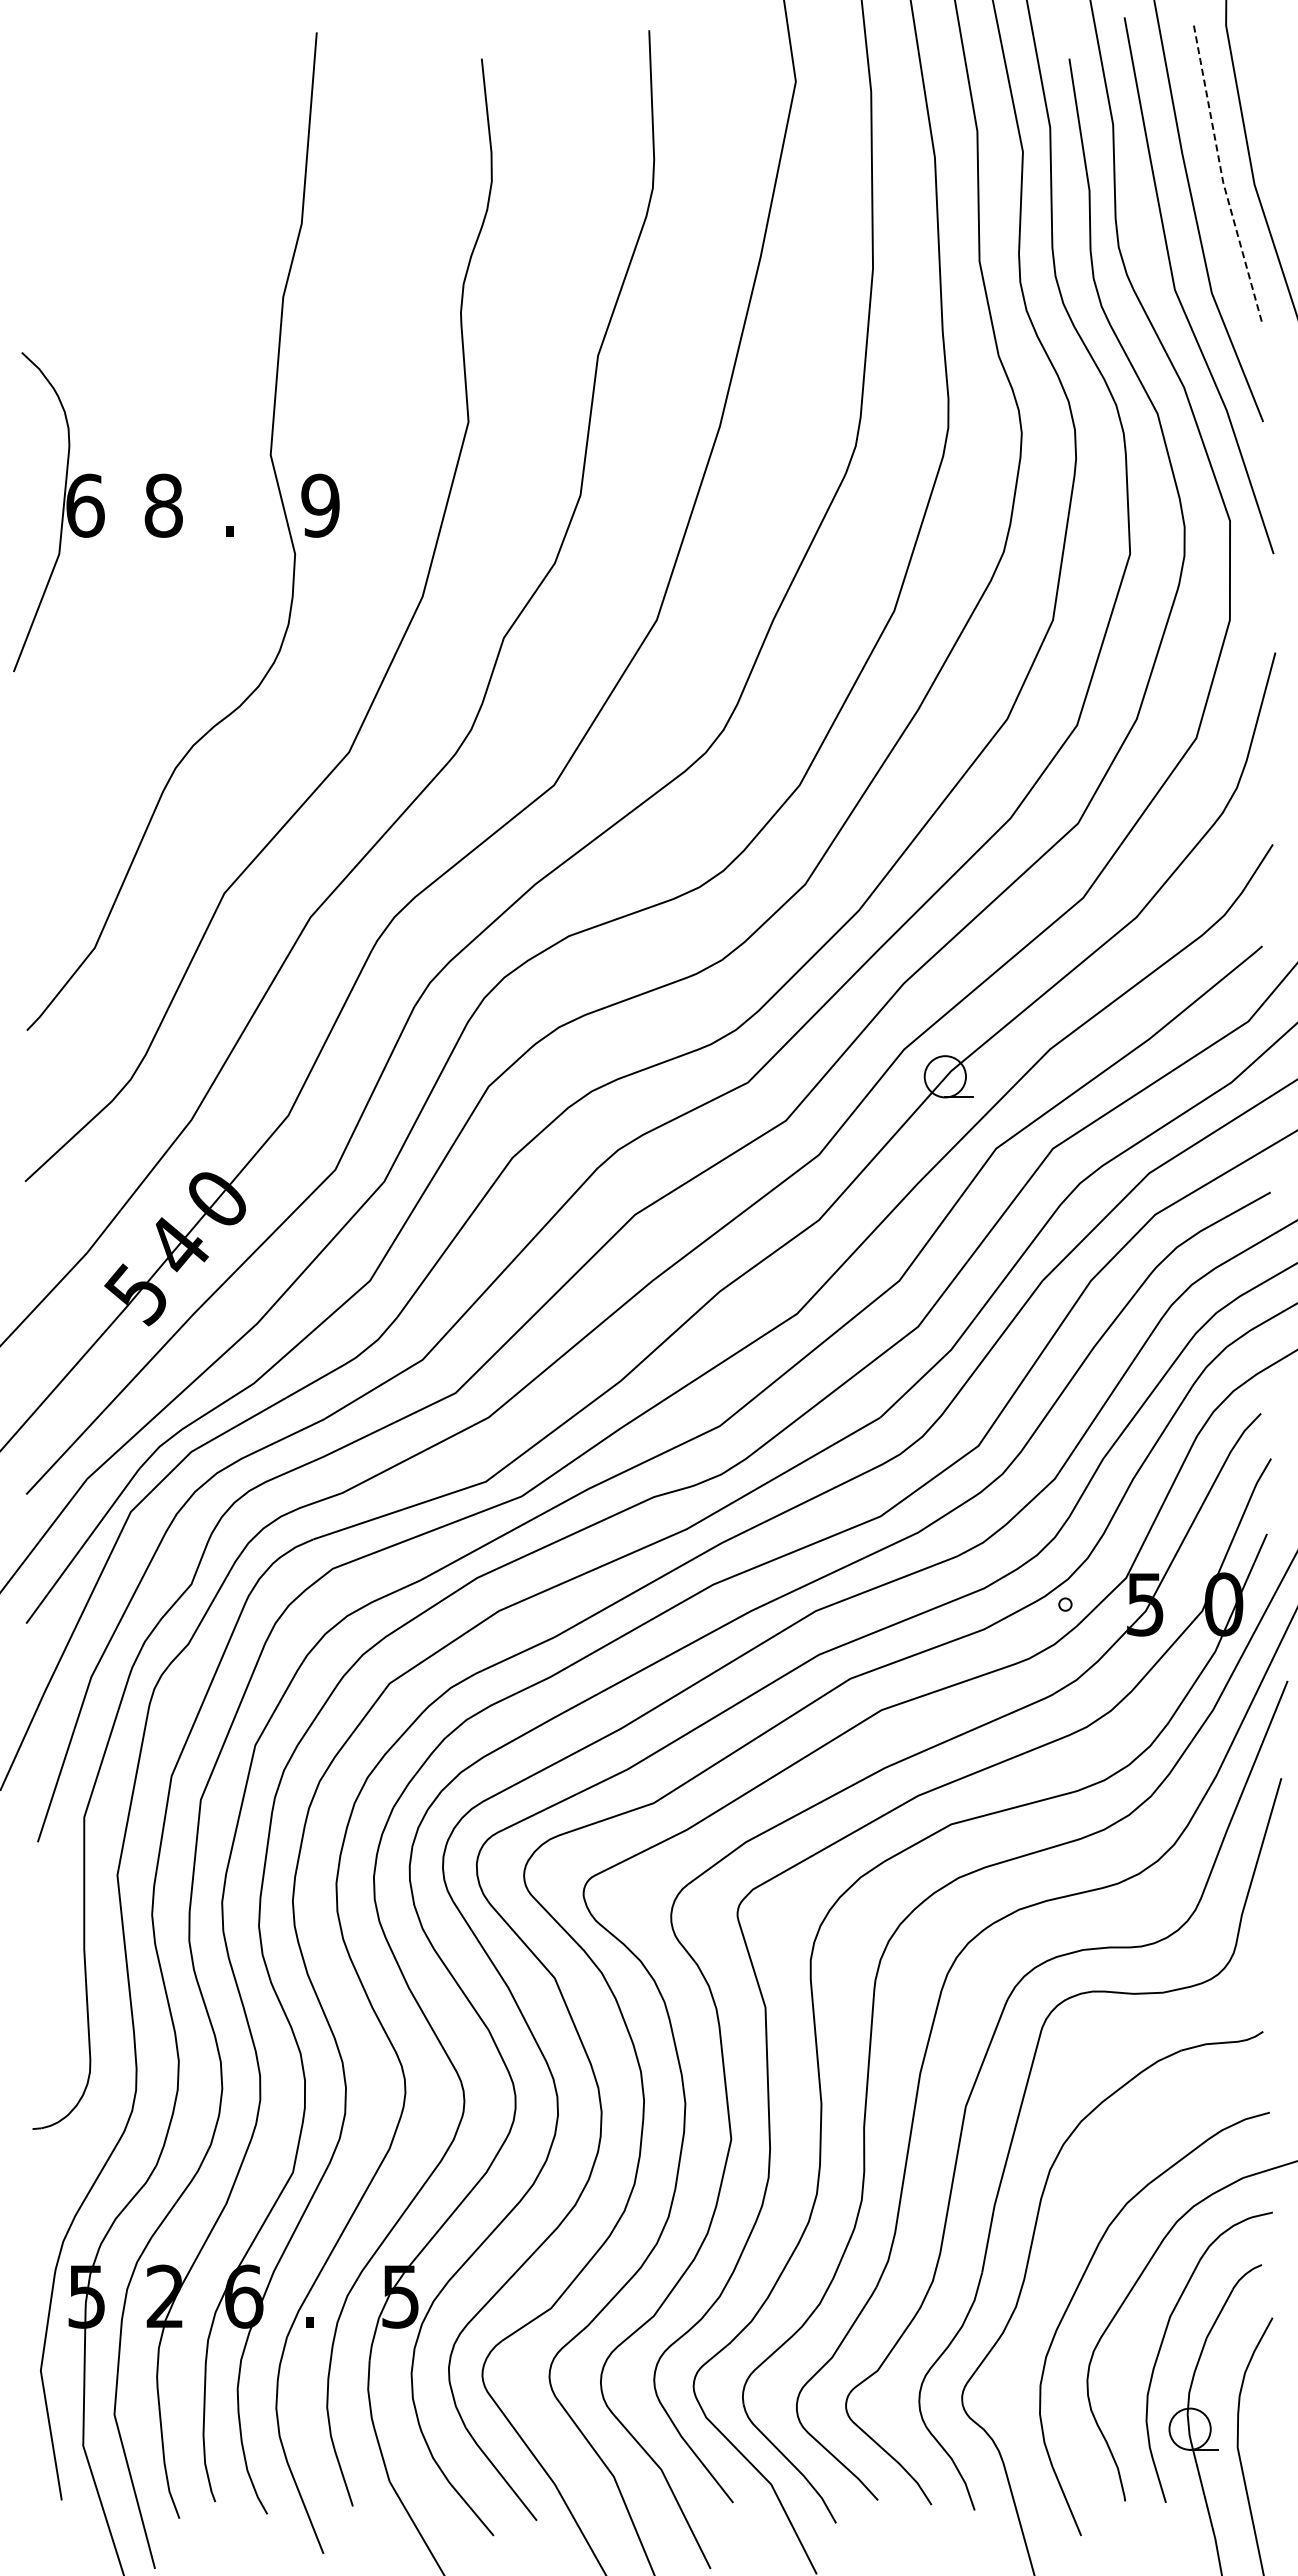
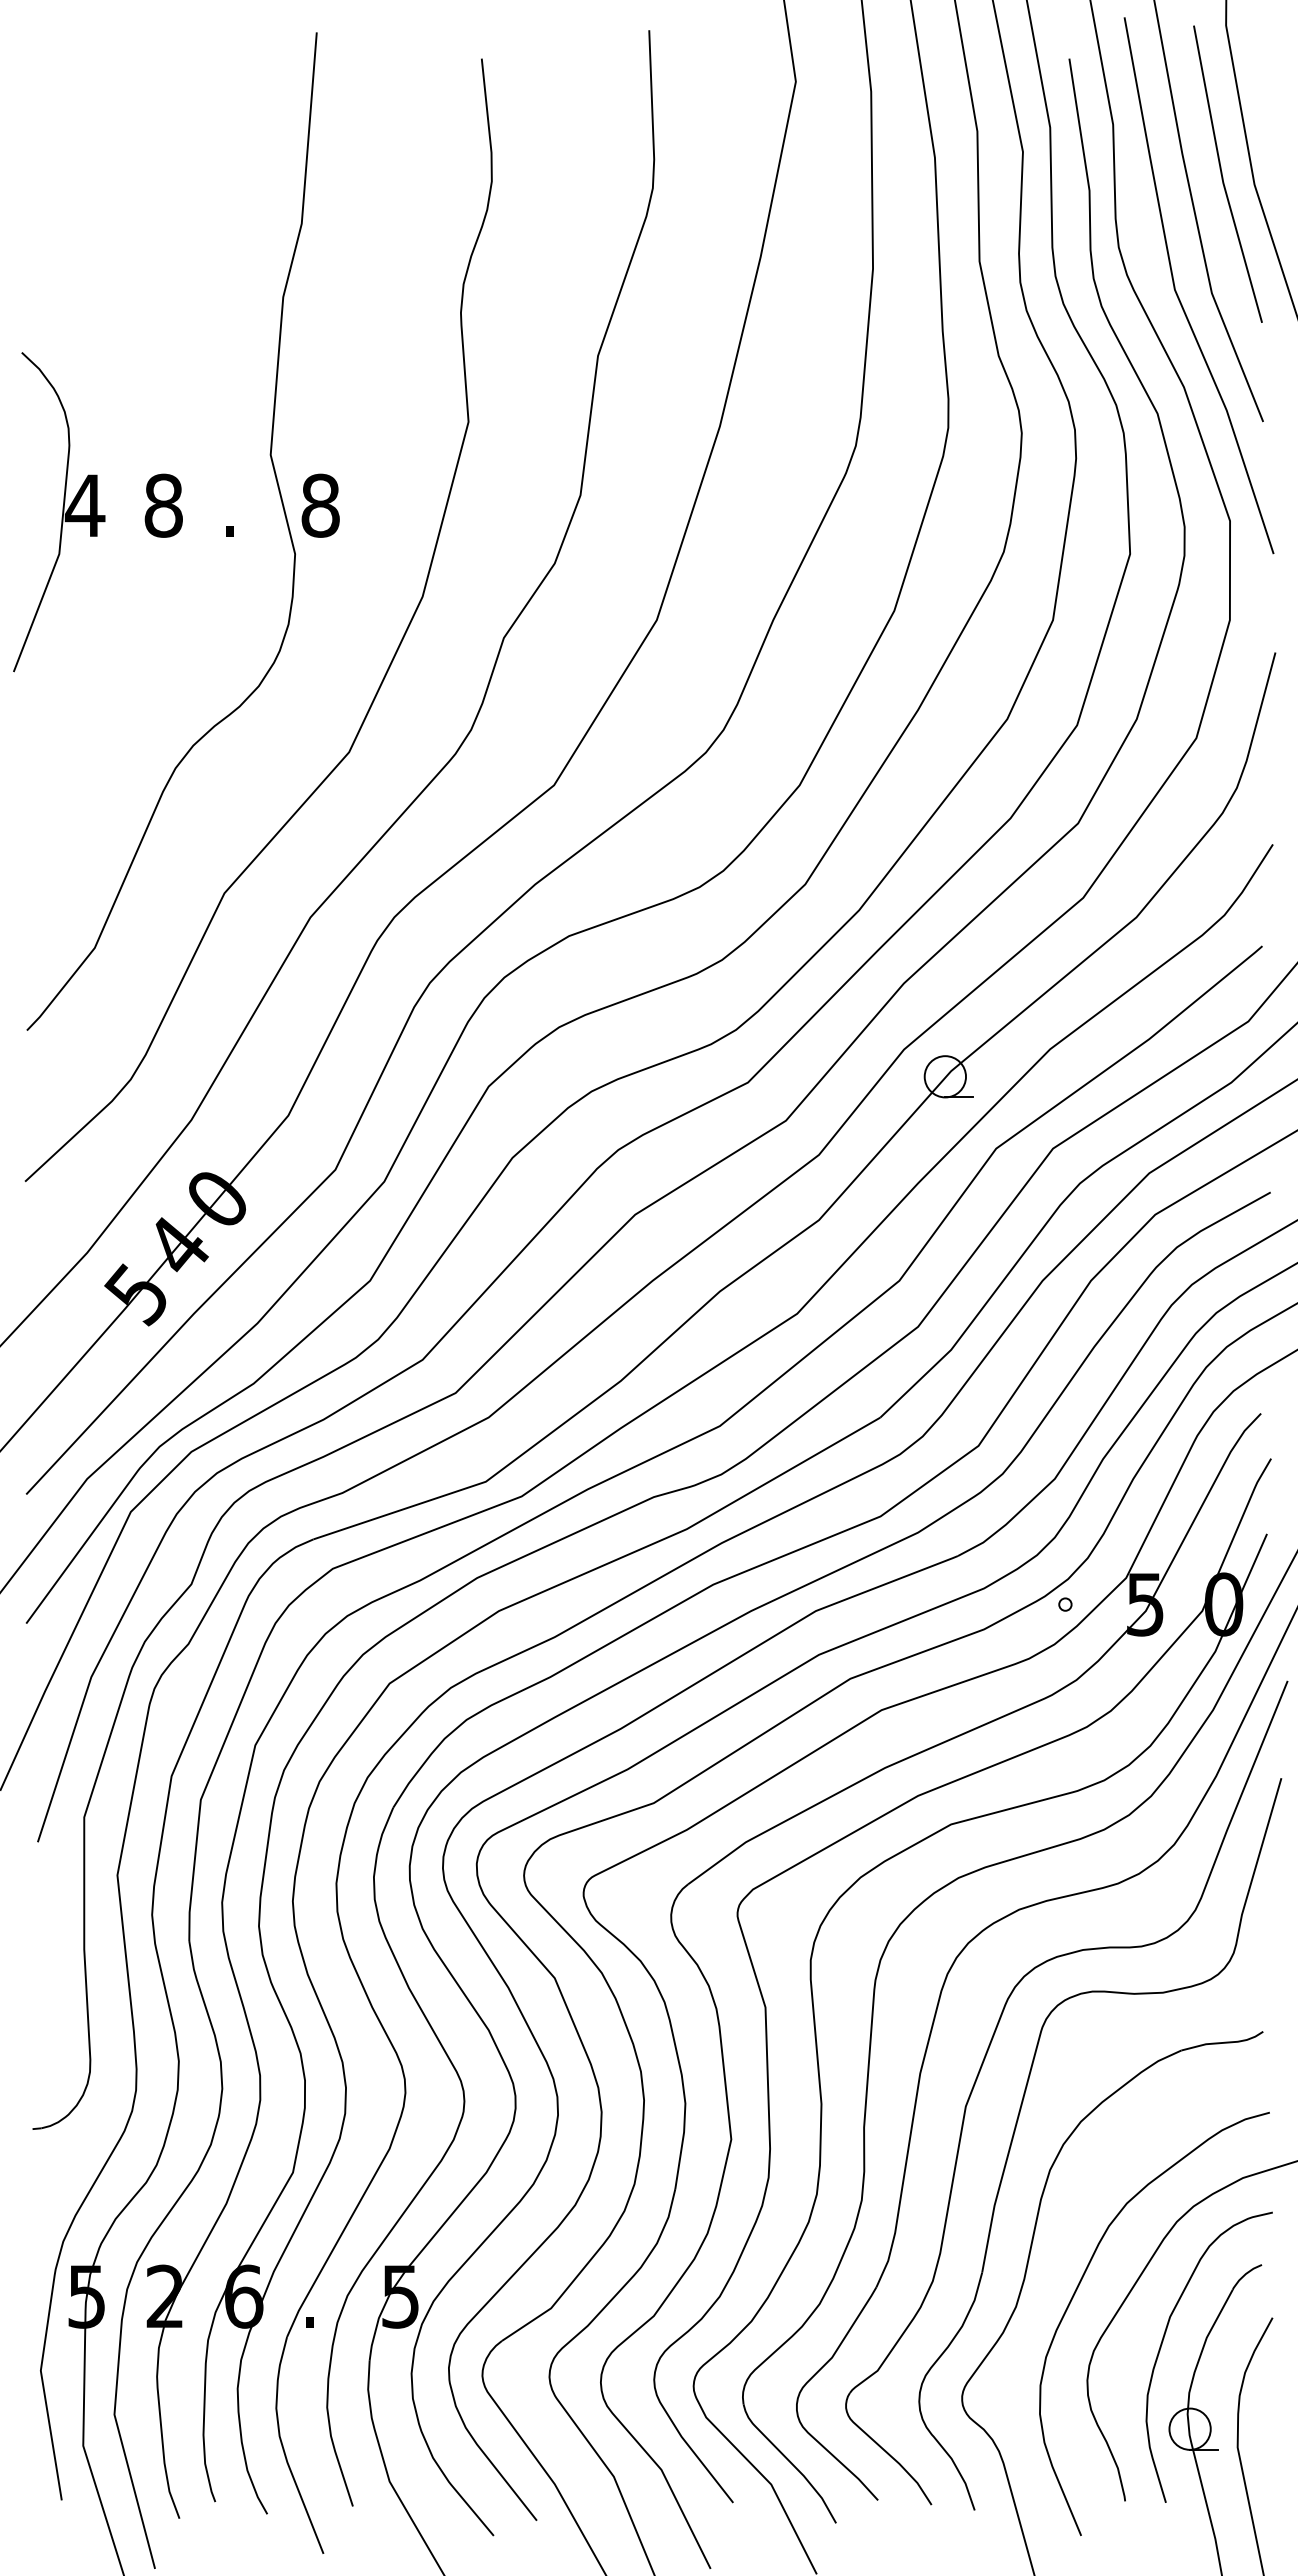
line at (1222, 176): dashed -> solid
text at (84, 505): 6 -> 4
text at (320, 505): 9 -> 8
